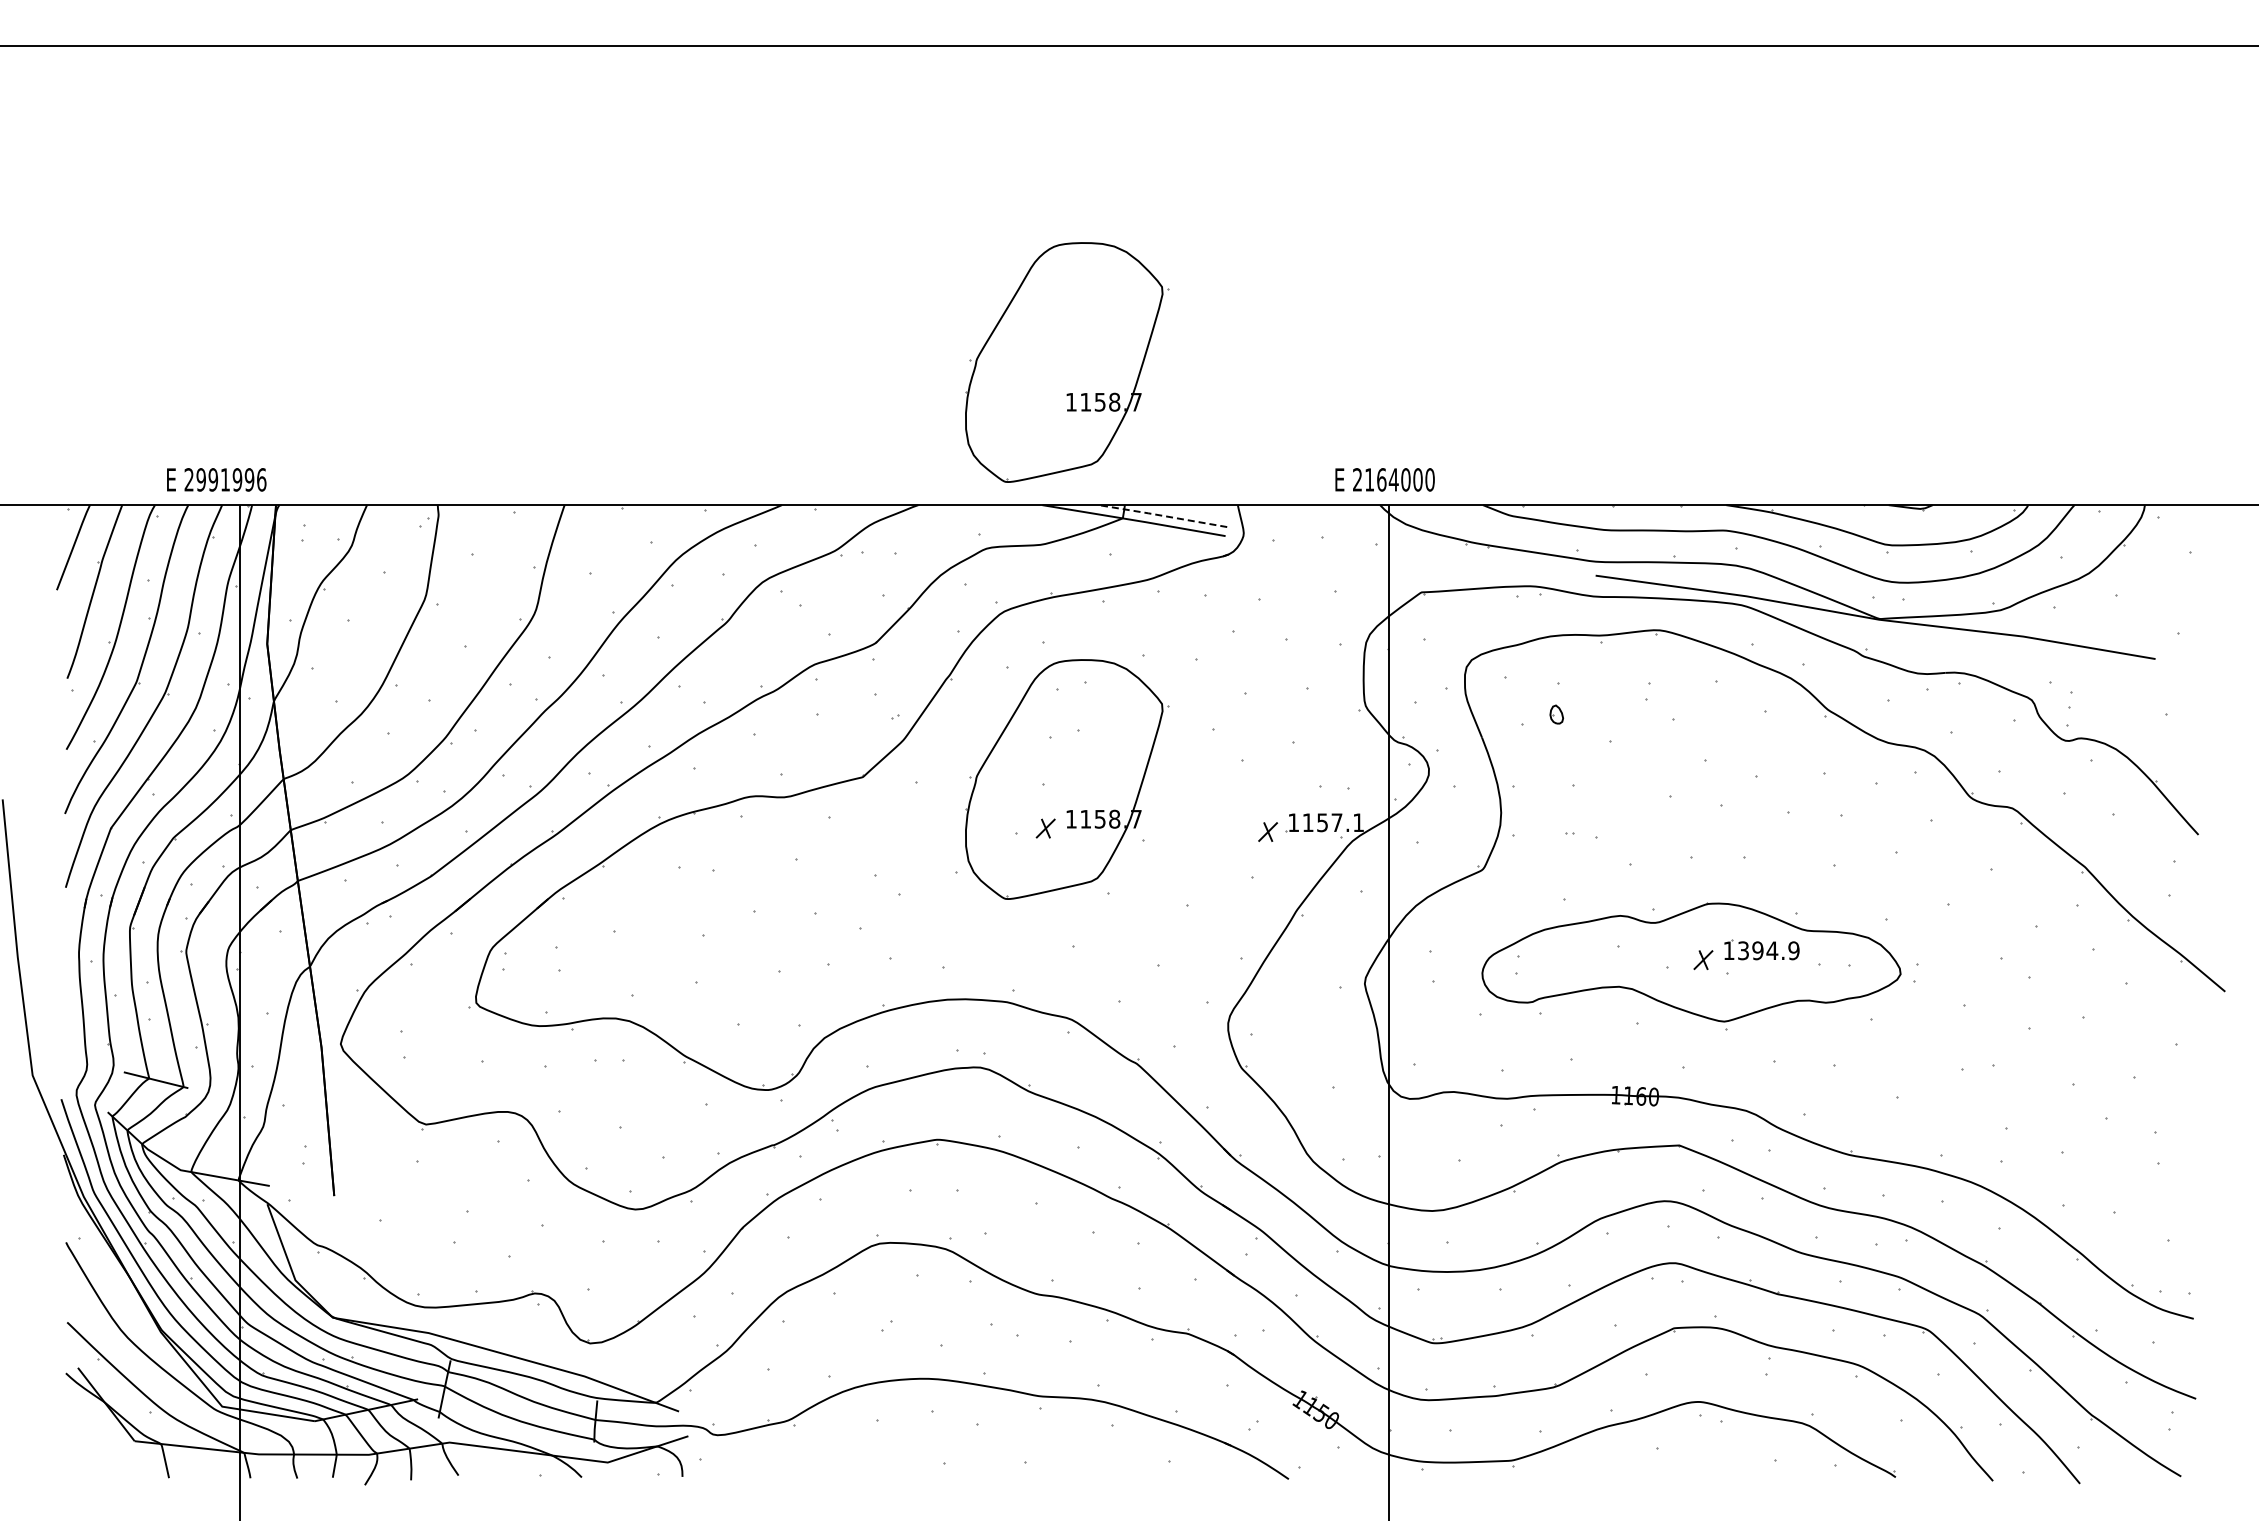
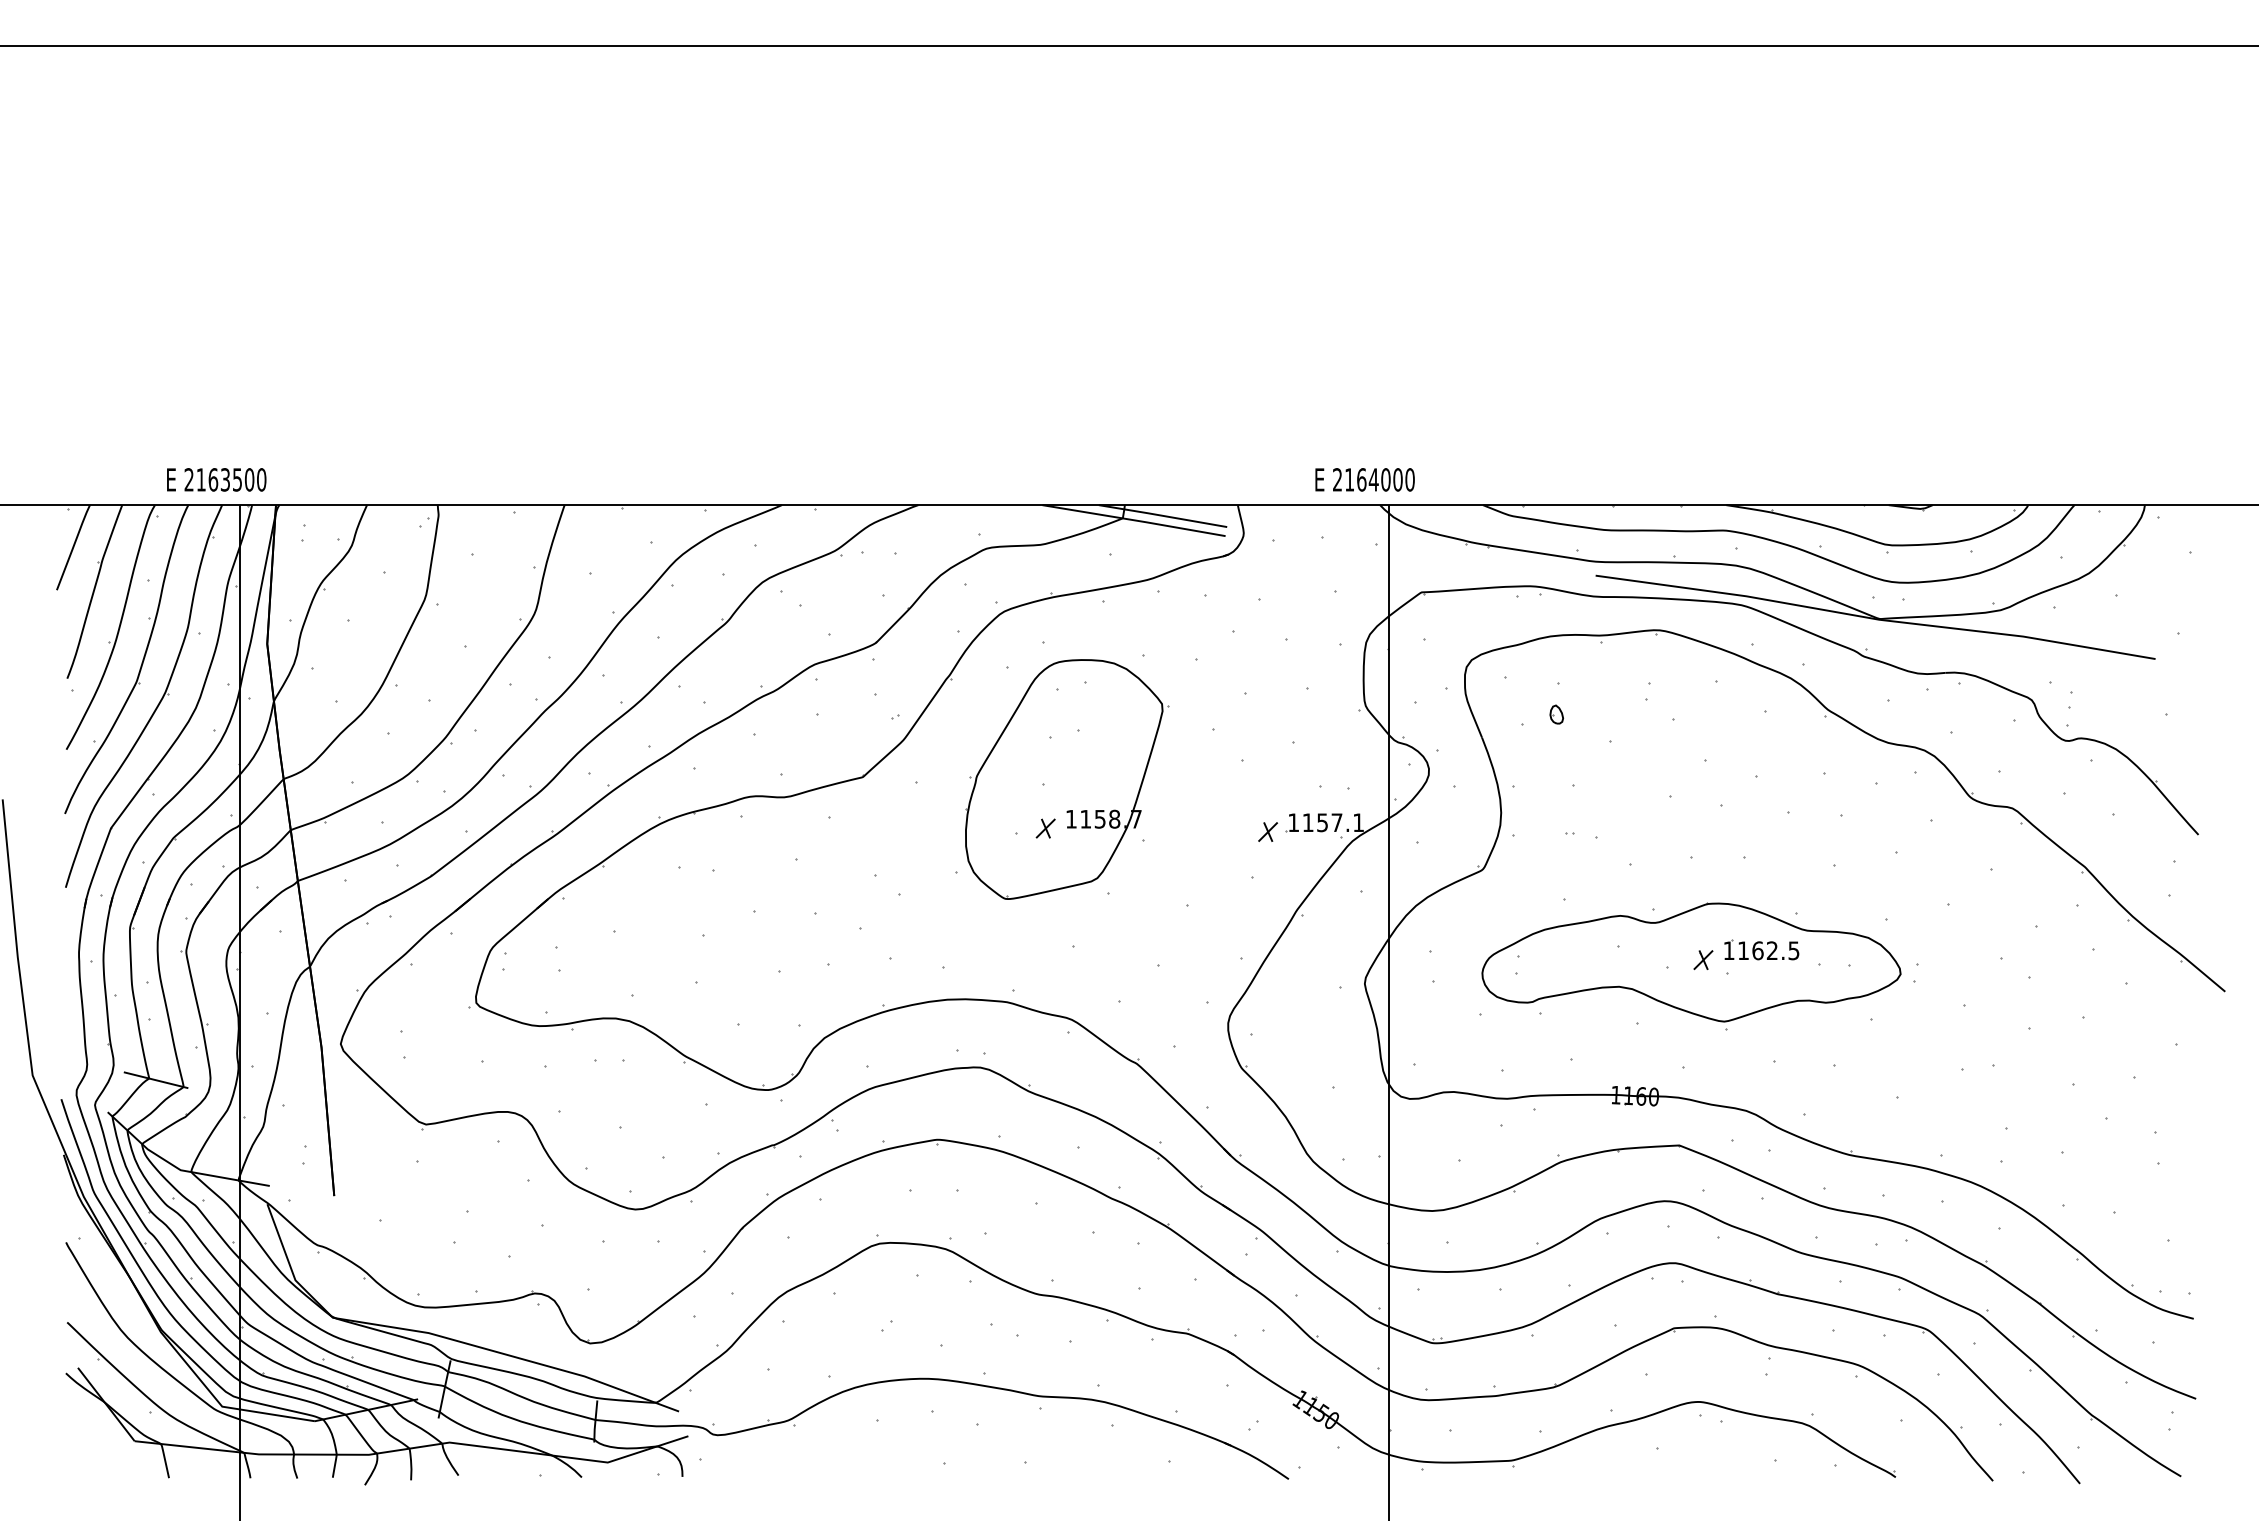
part at (1067, 362): present -> none
text at (231, 479): 2991996 -> 2163500
text at (1384, 479) position: (1384, 479) -> (1364, 479)
line at (1162, 515): dashed -> solid
text at (1768, 950): 1394.9 -> 1162.5
